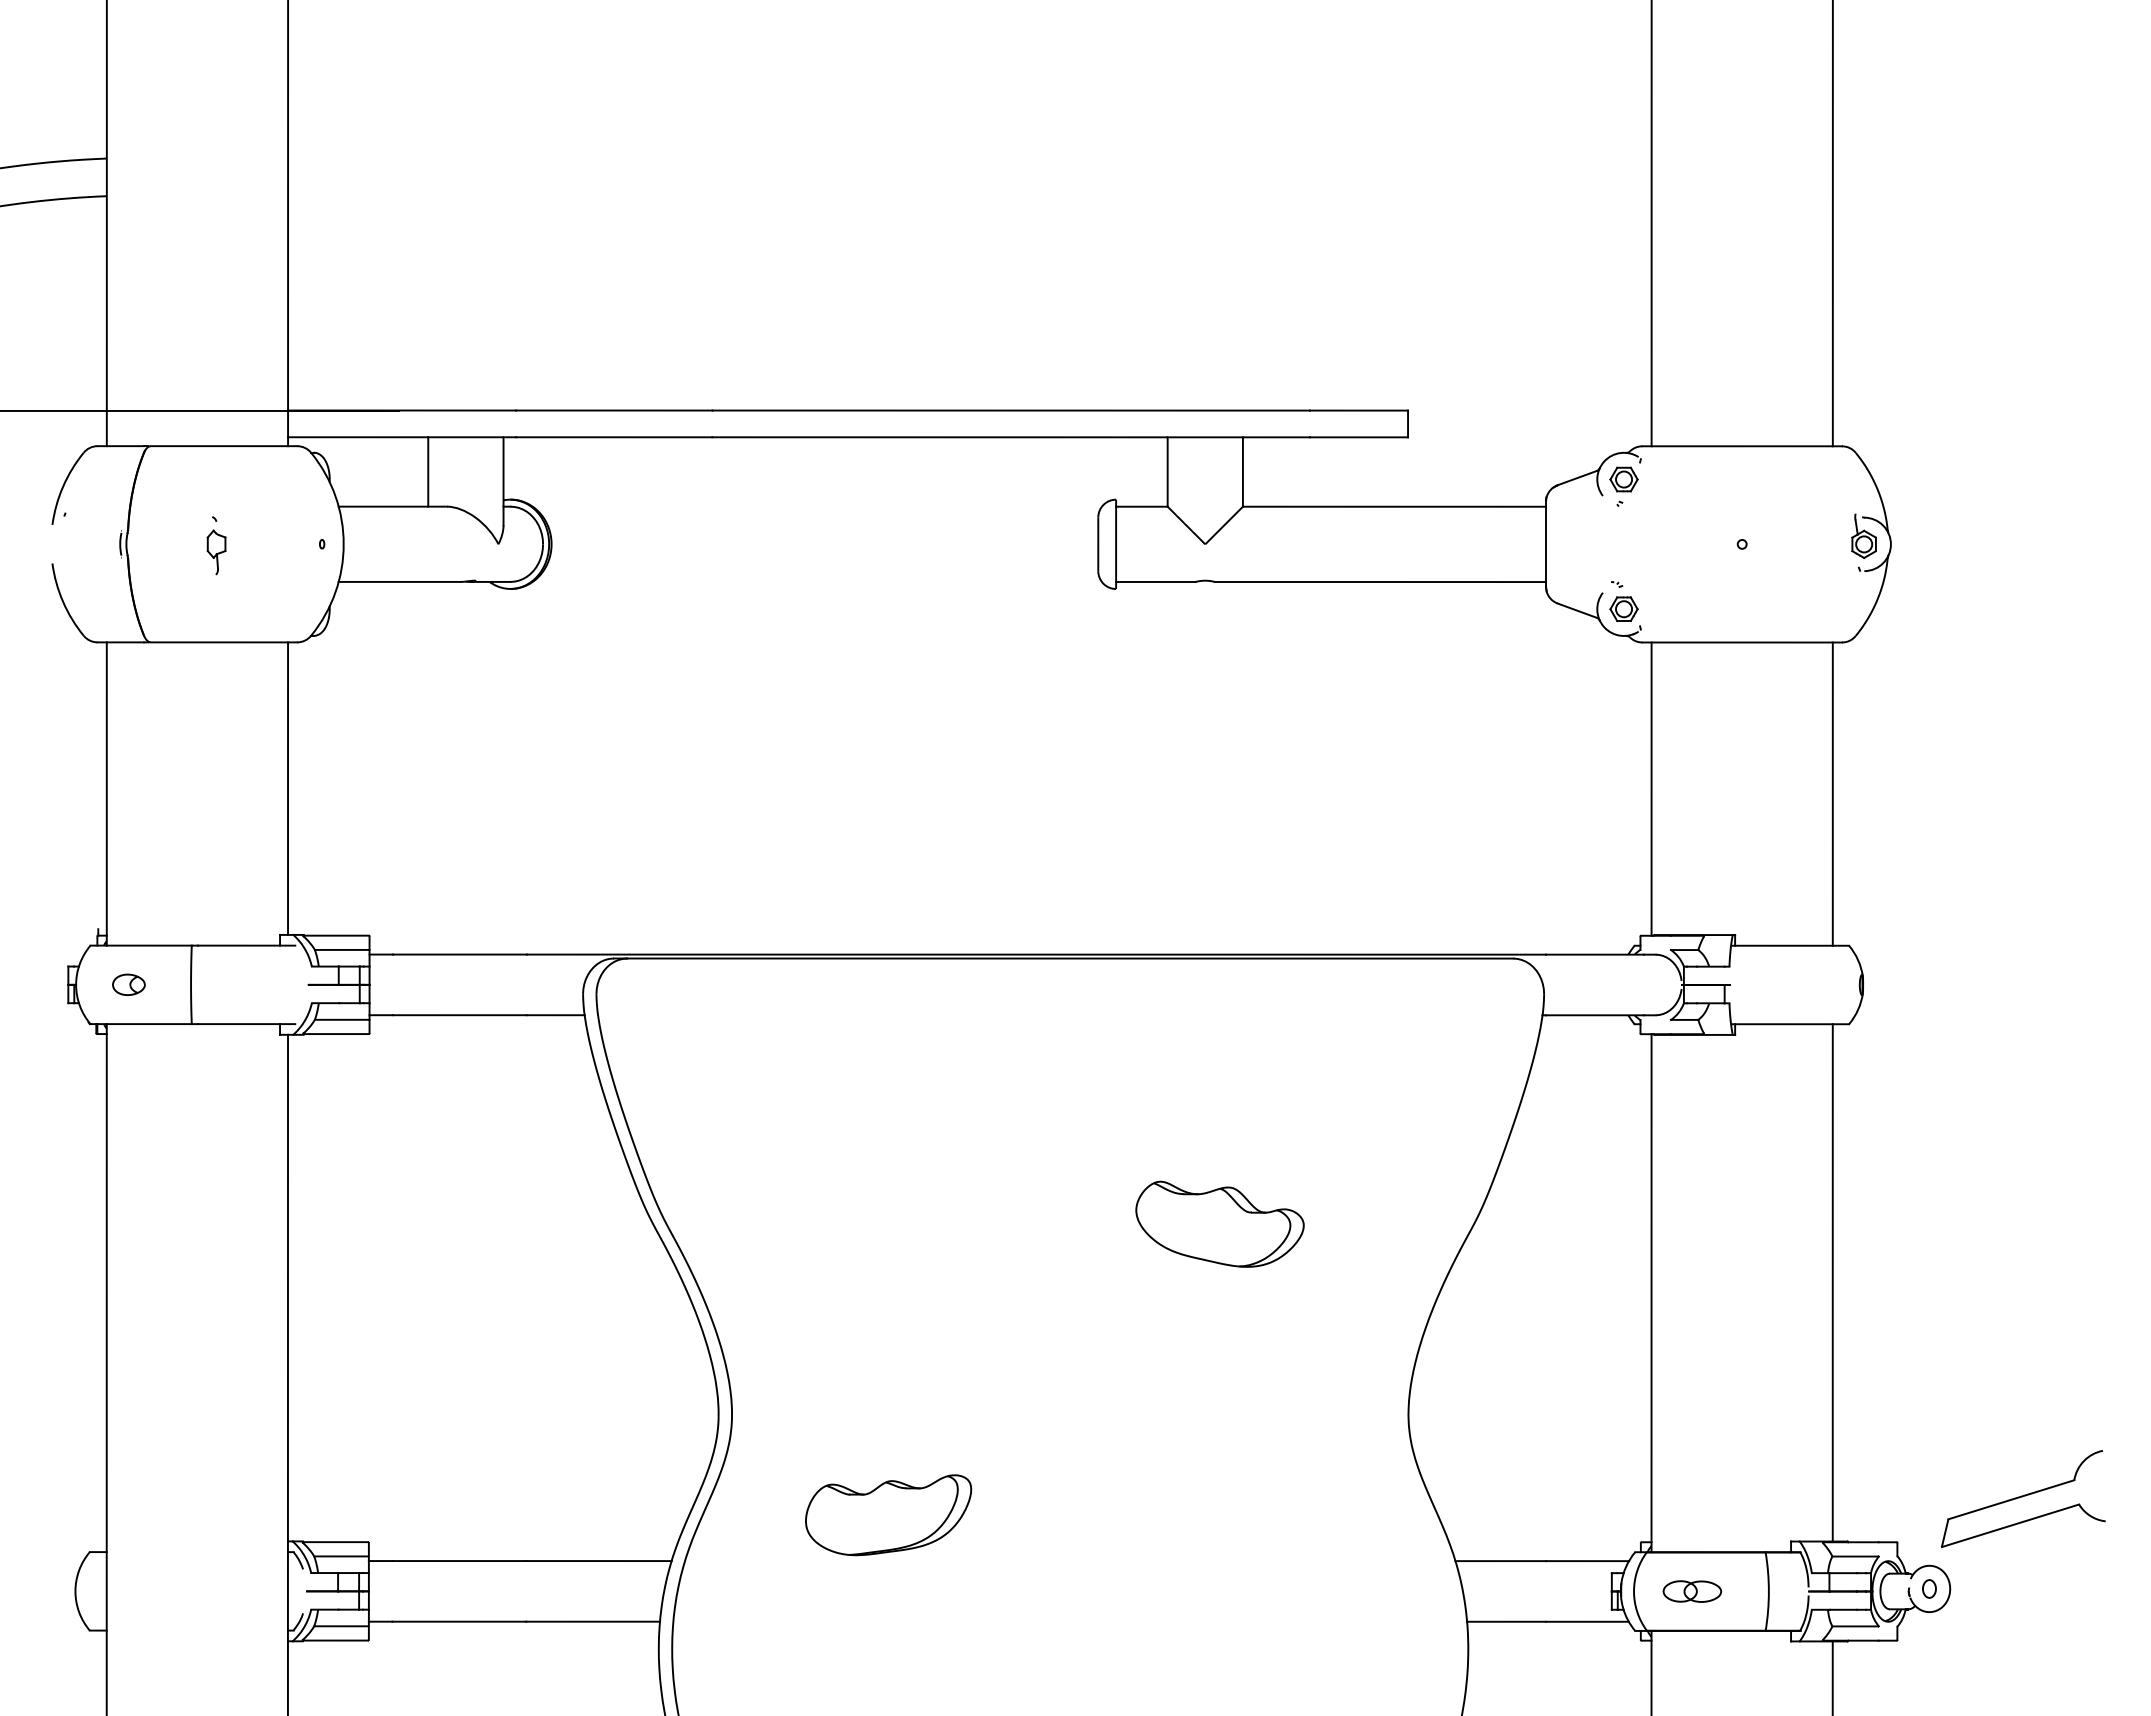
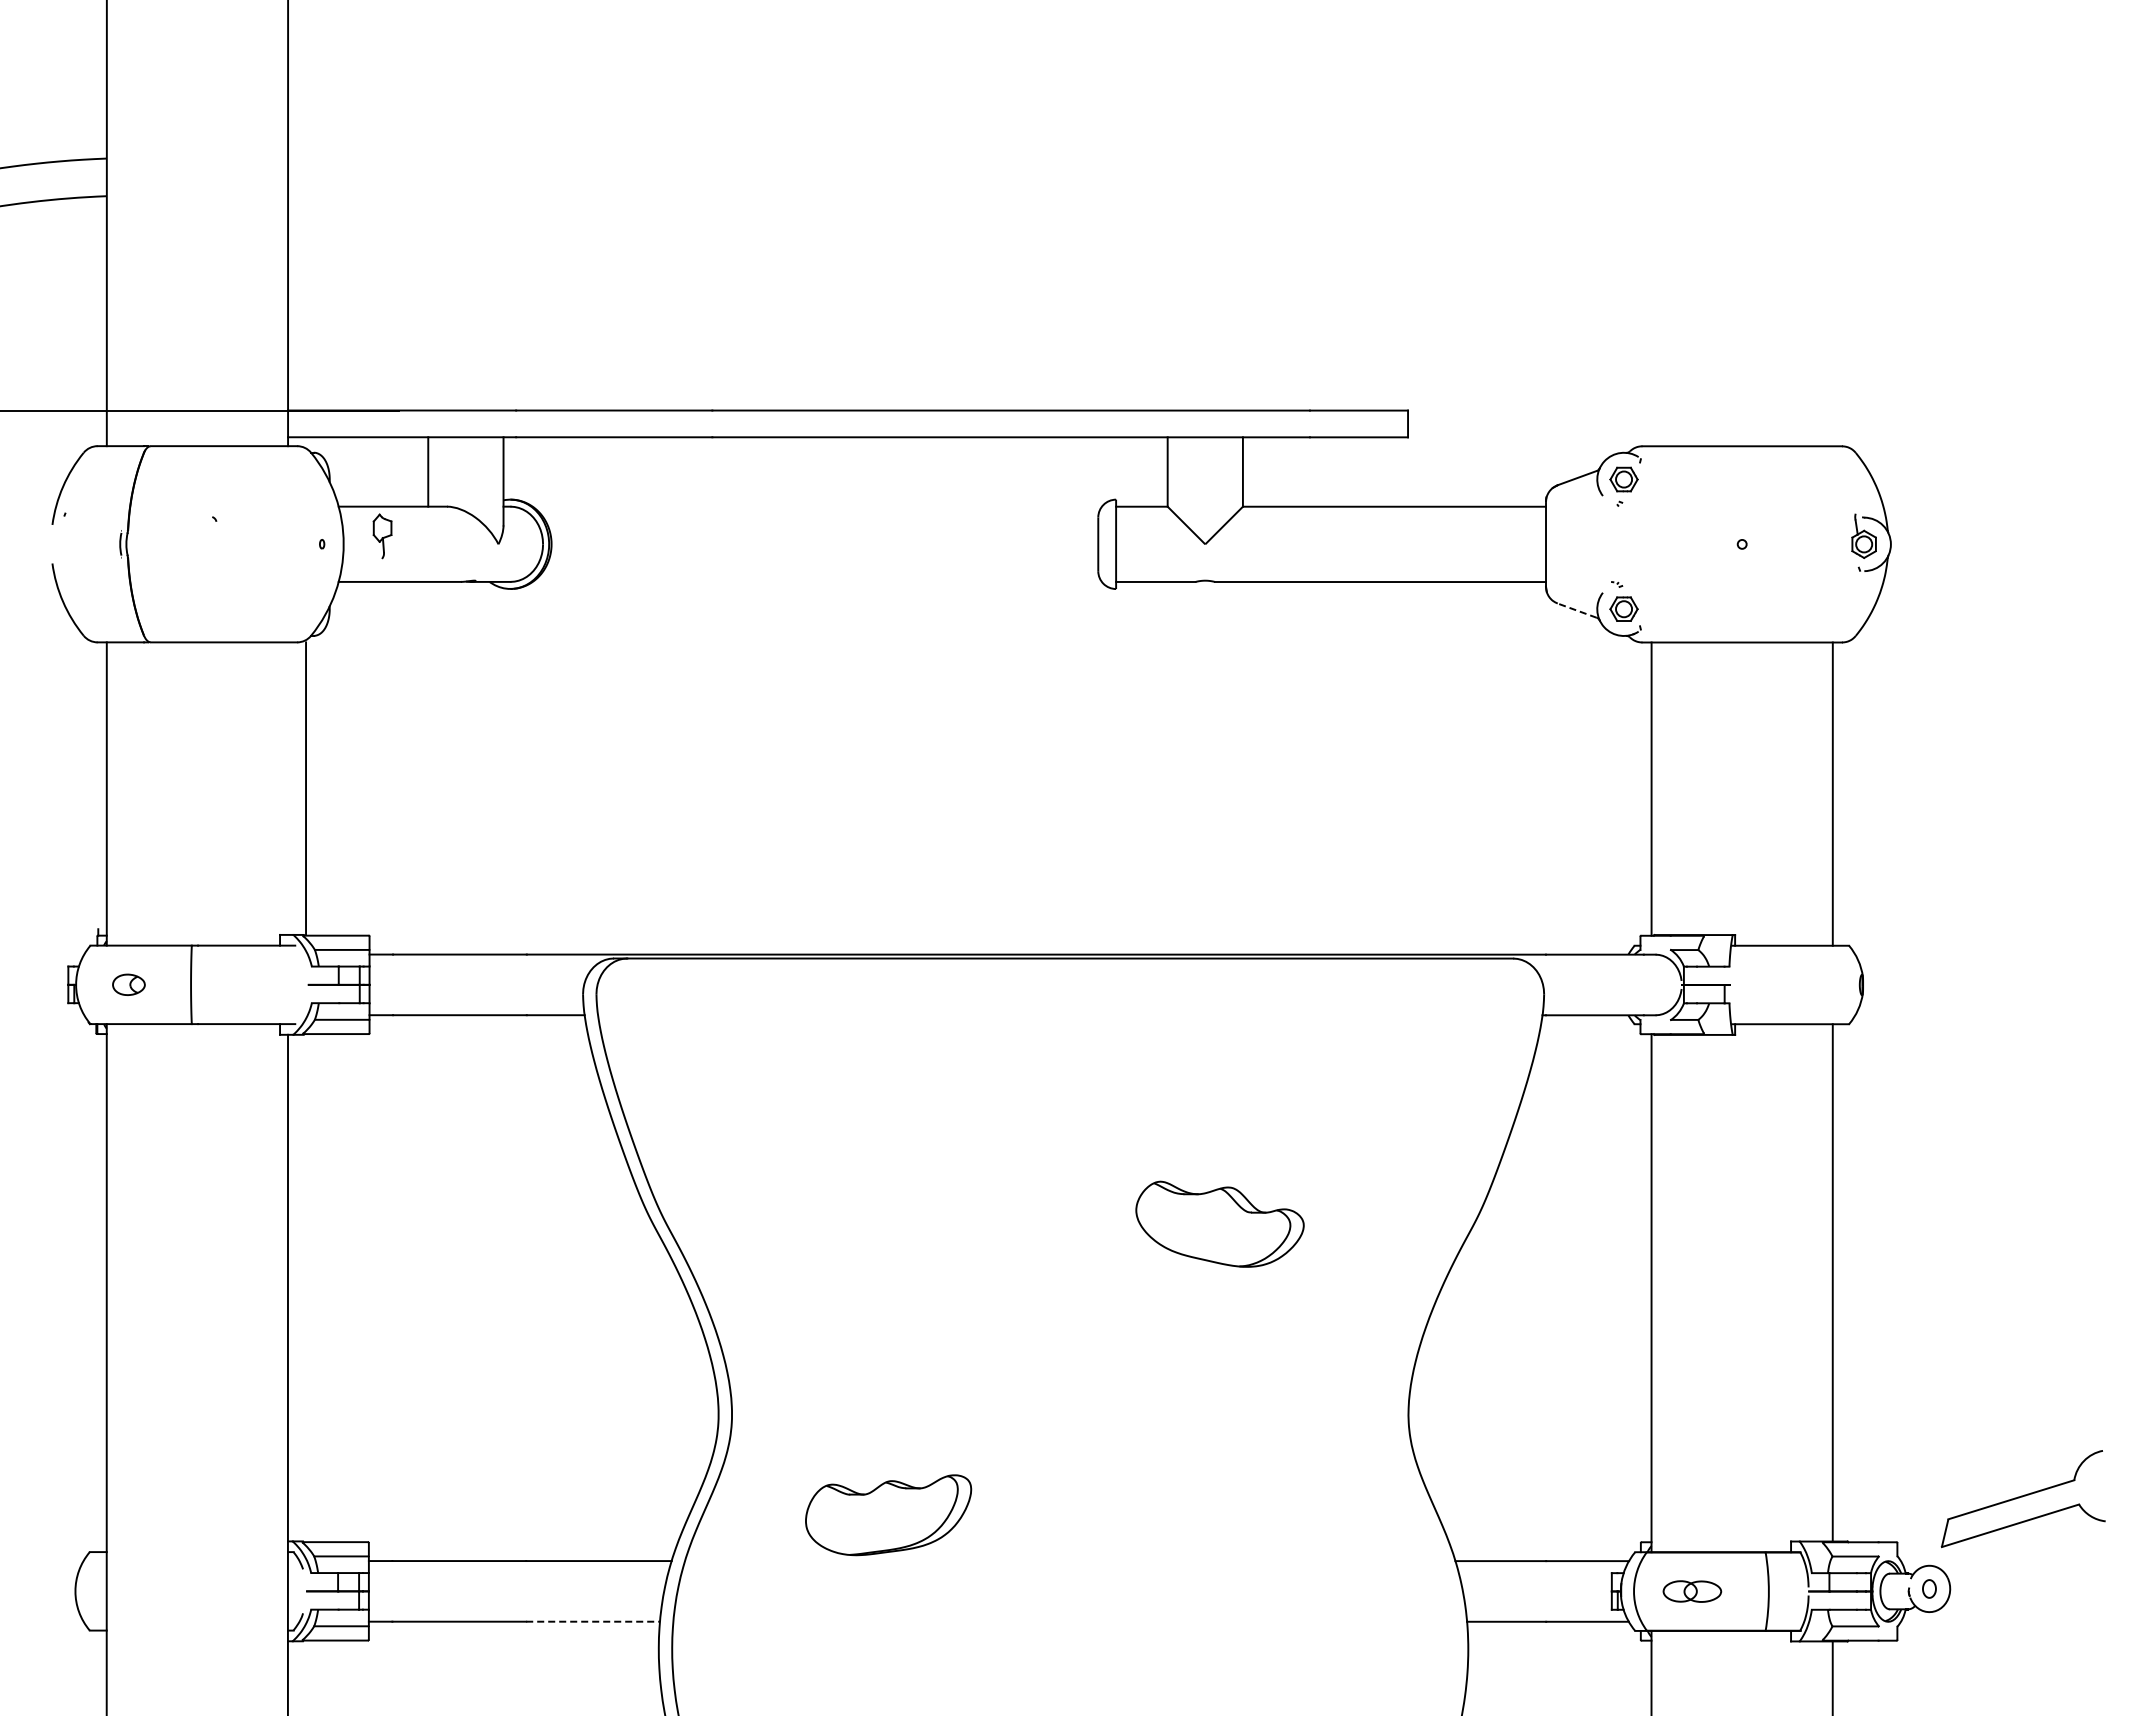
line at (1651, 224): present -> none
line at (1832, 224): present -> none
part at (216, 552) position: (216, 552) -> (382, 536)
line at (1577, 610): solid -> dashed
line at (288, 788) position: (288, 788) -> (306, 788)
line at (593, 1621): solid -> dashed
